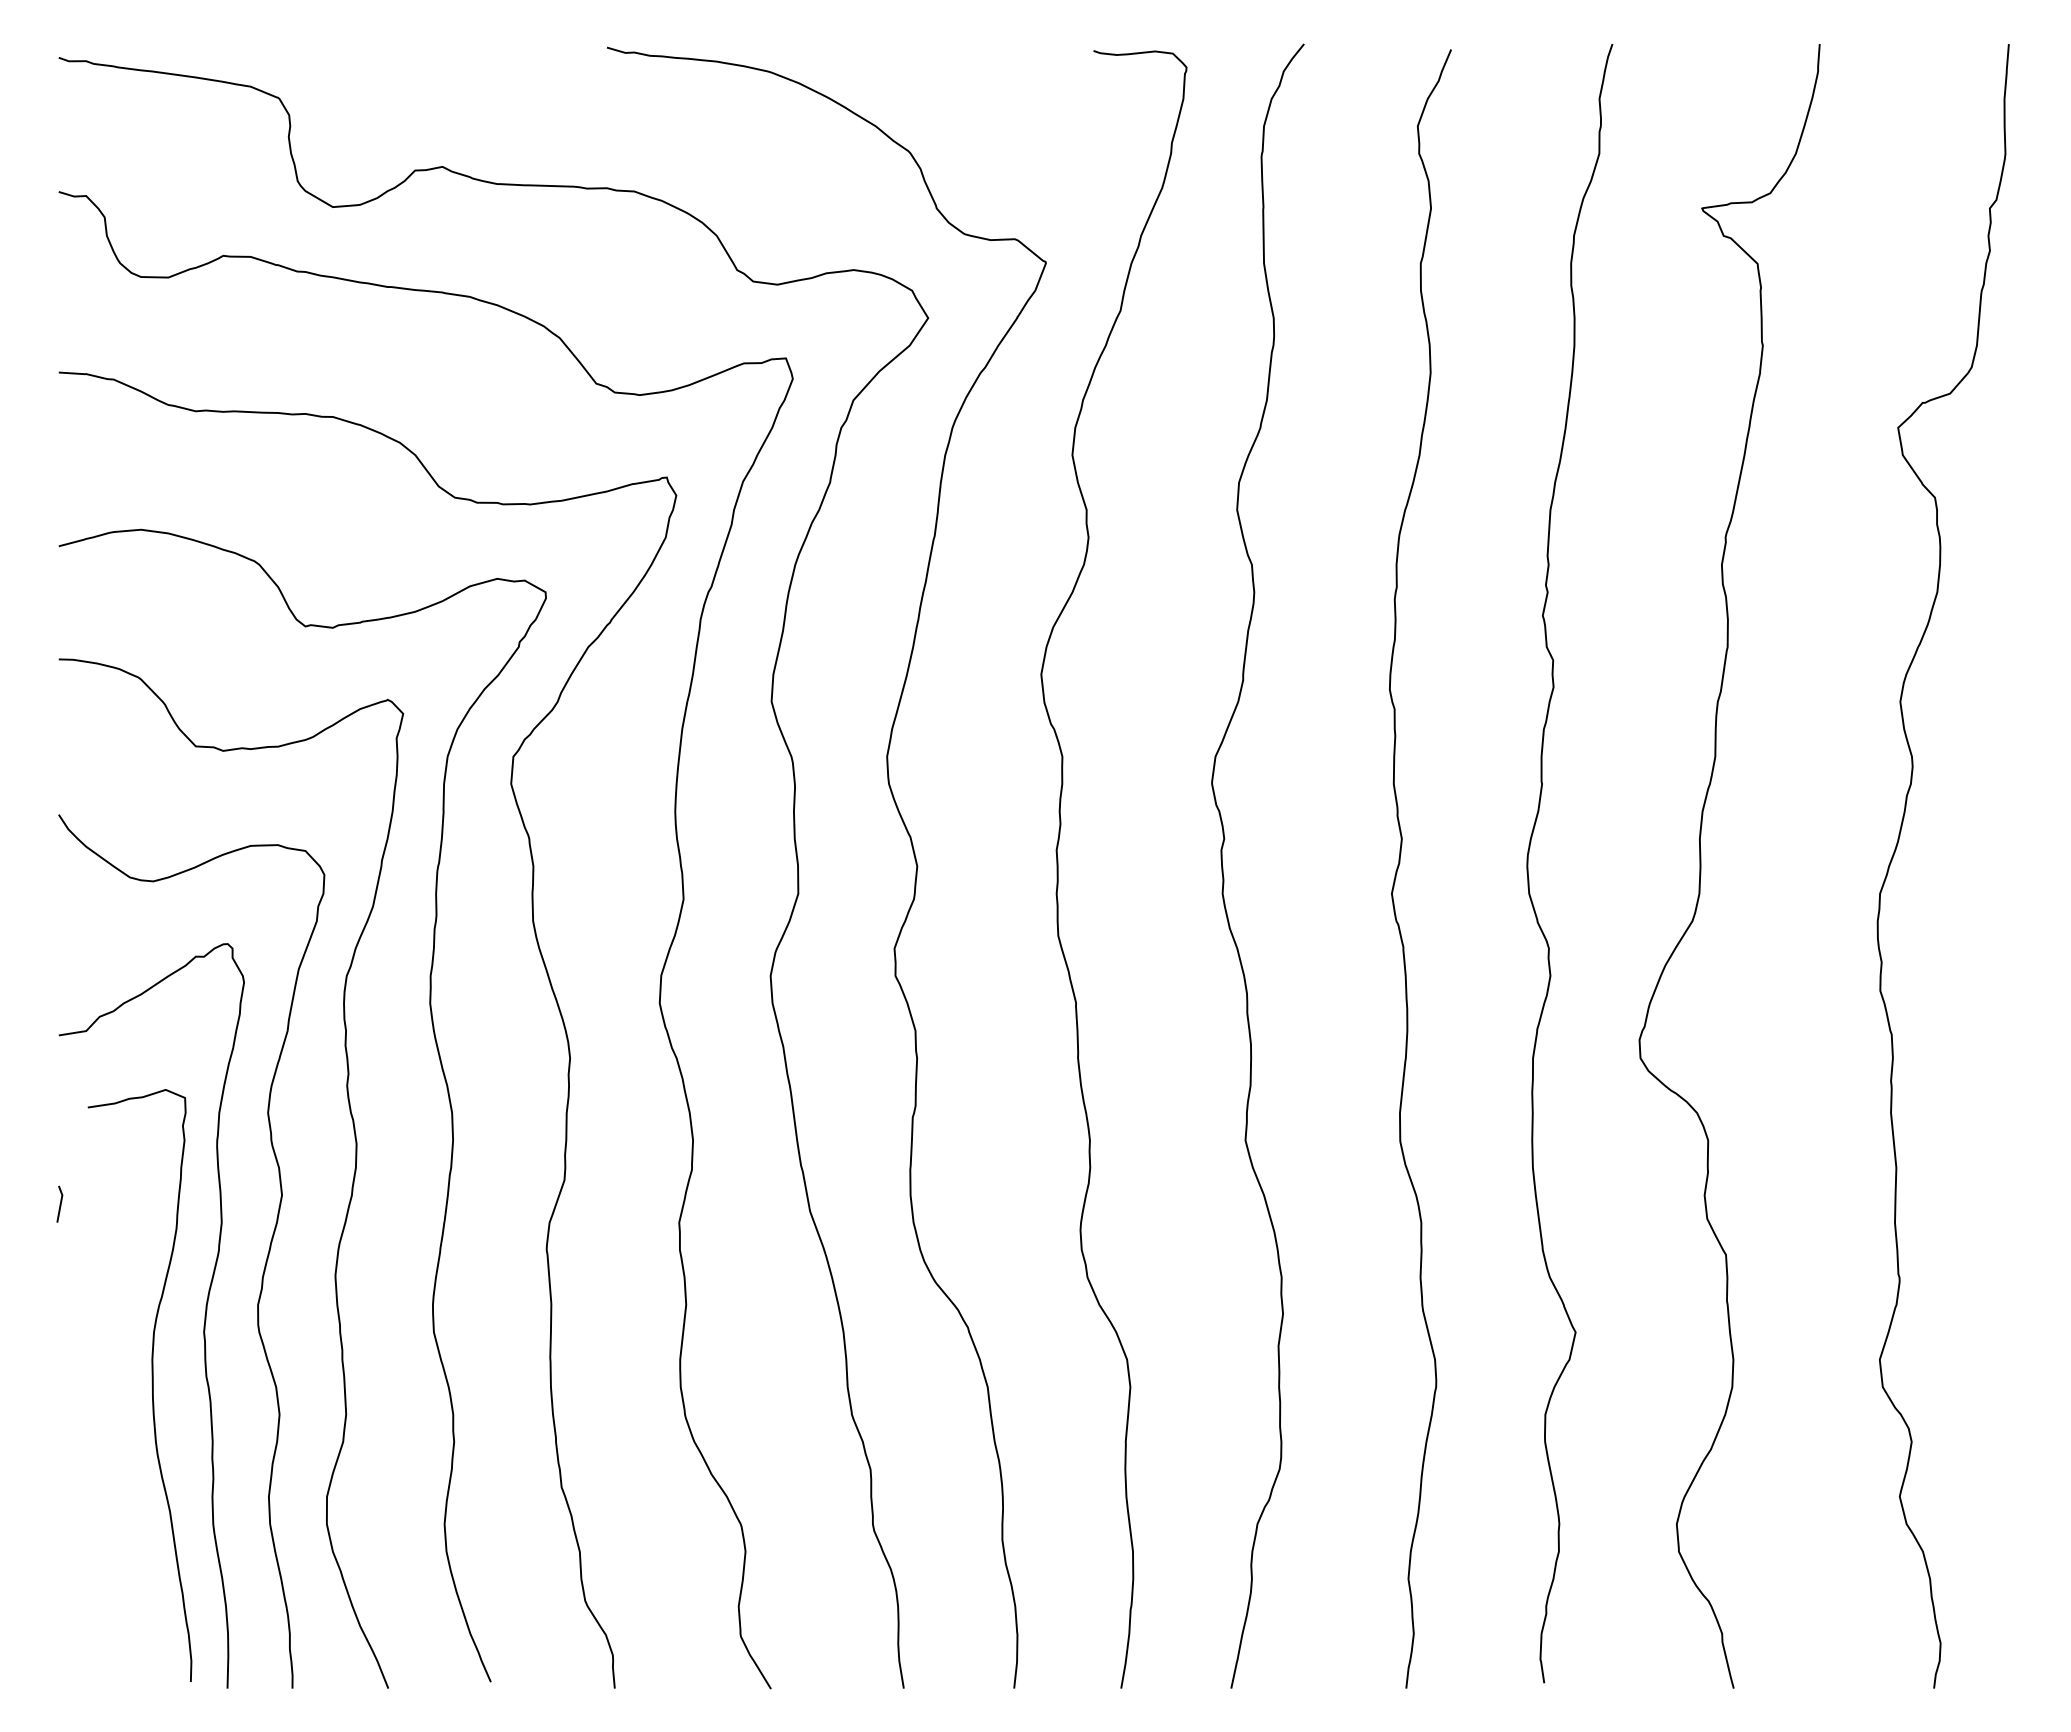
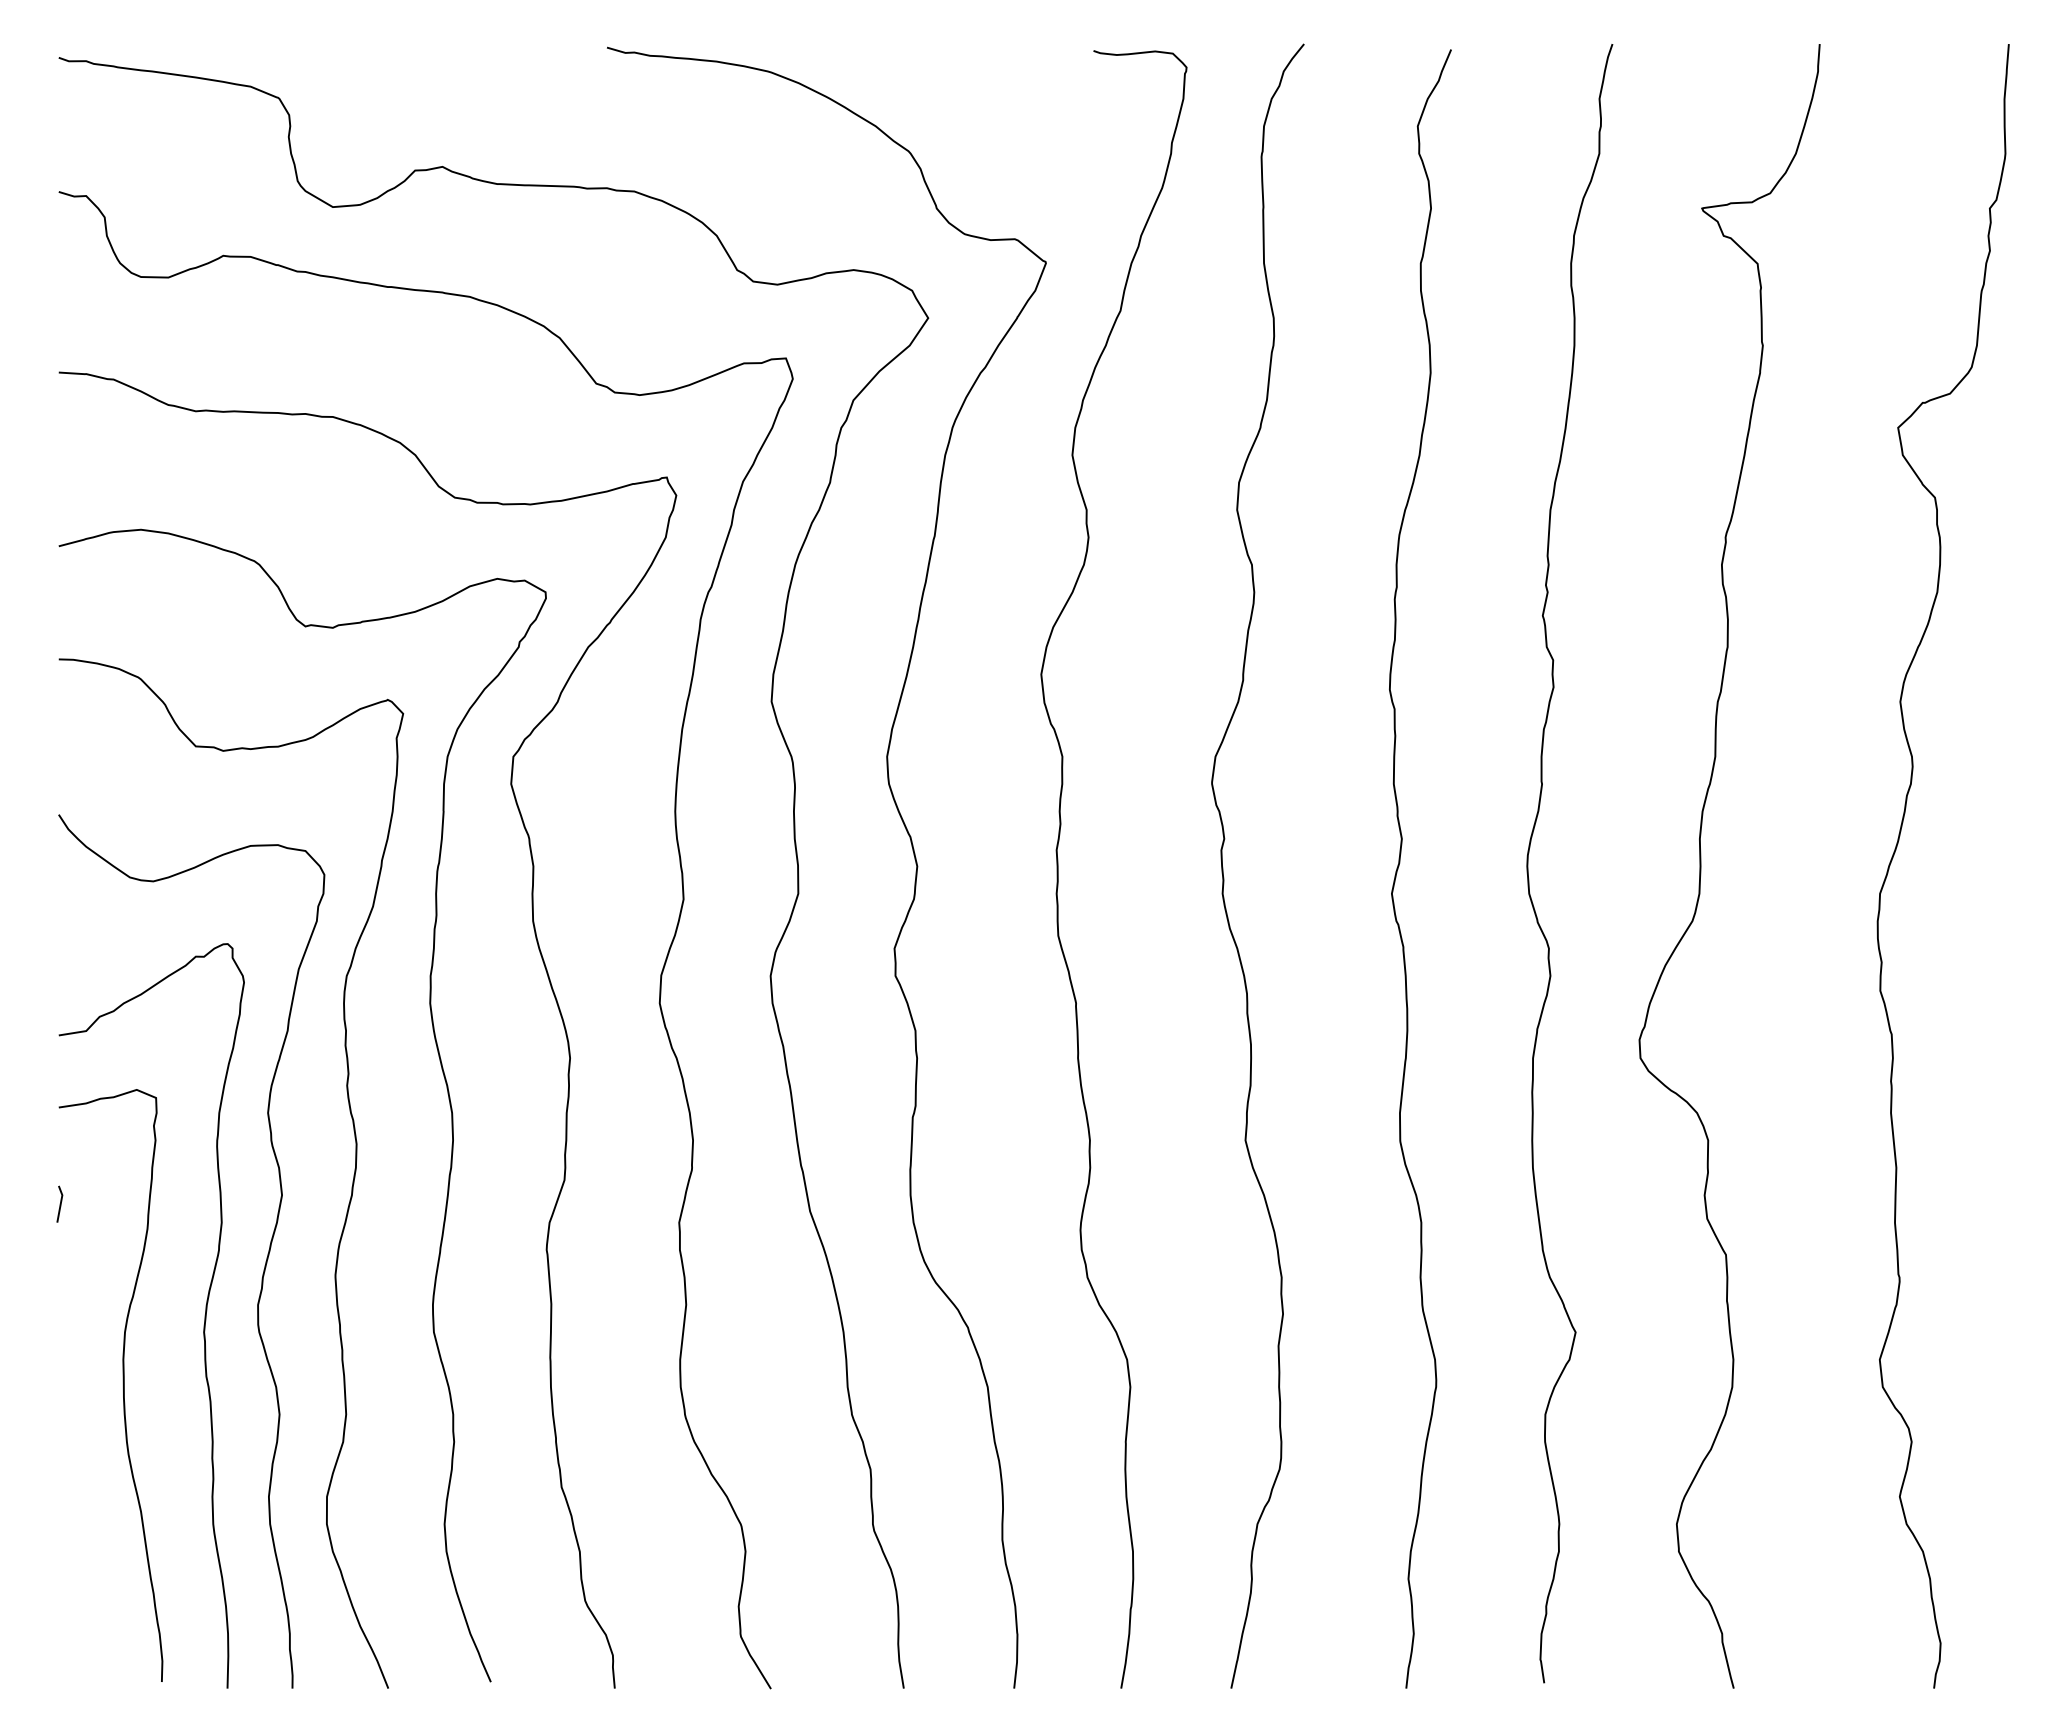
curve at (151, 1385) position: (151, 1385) -> (122, 1385)
